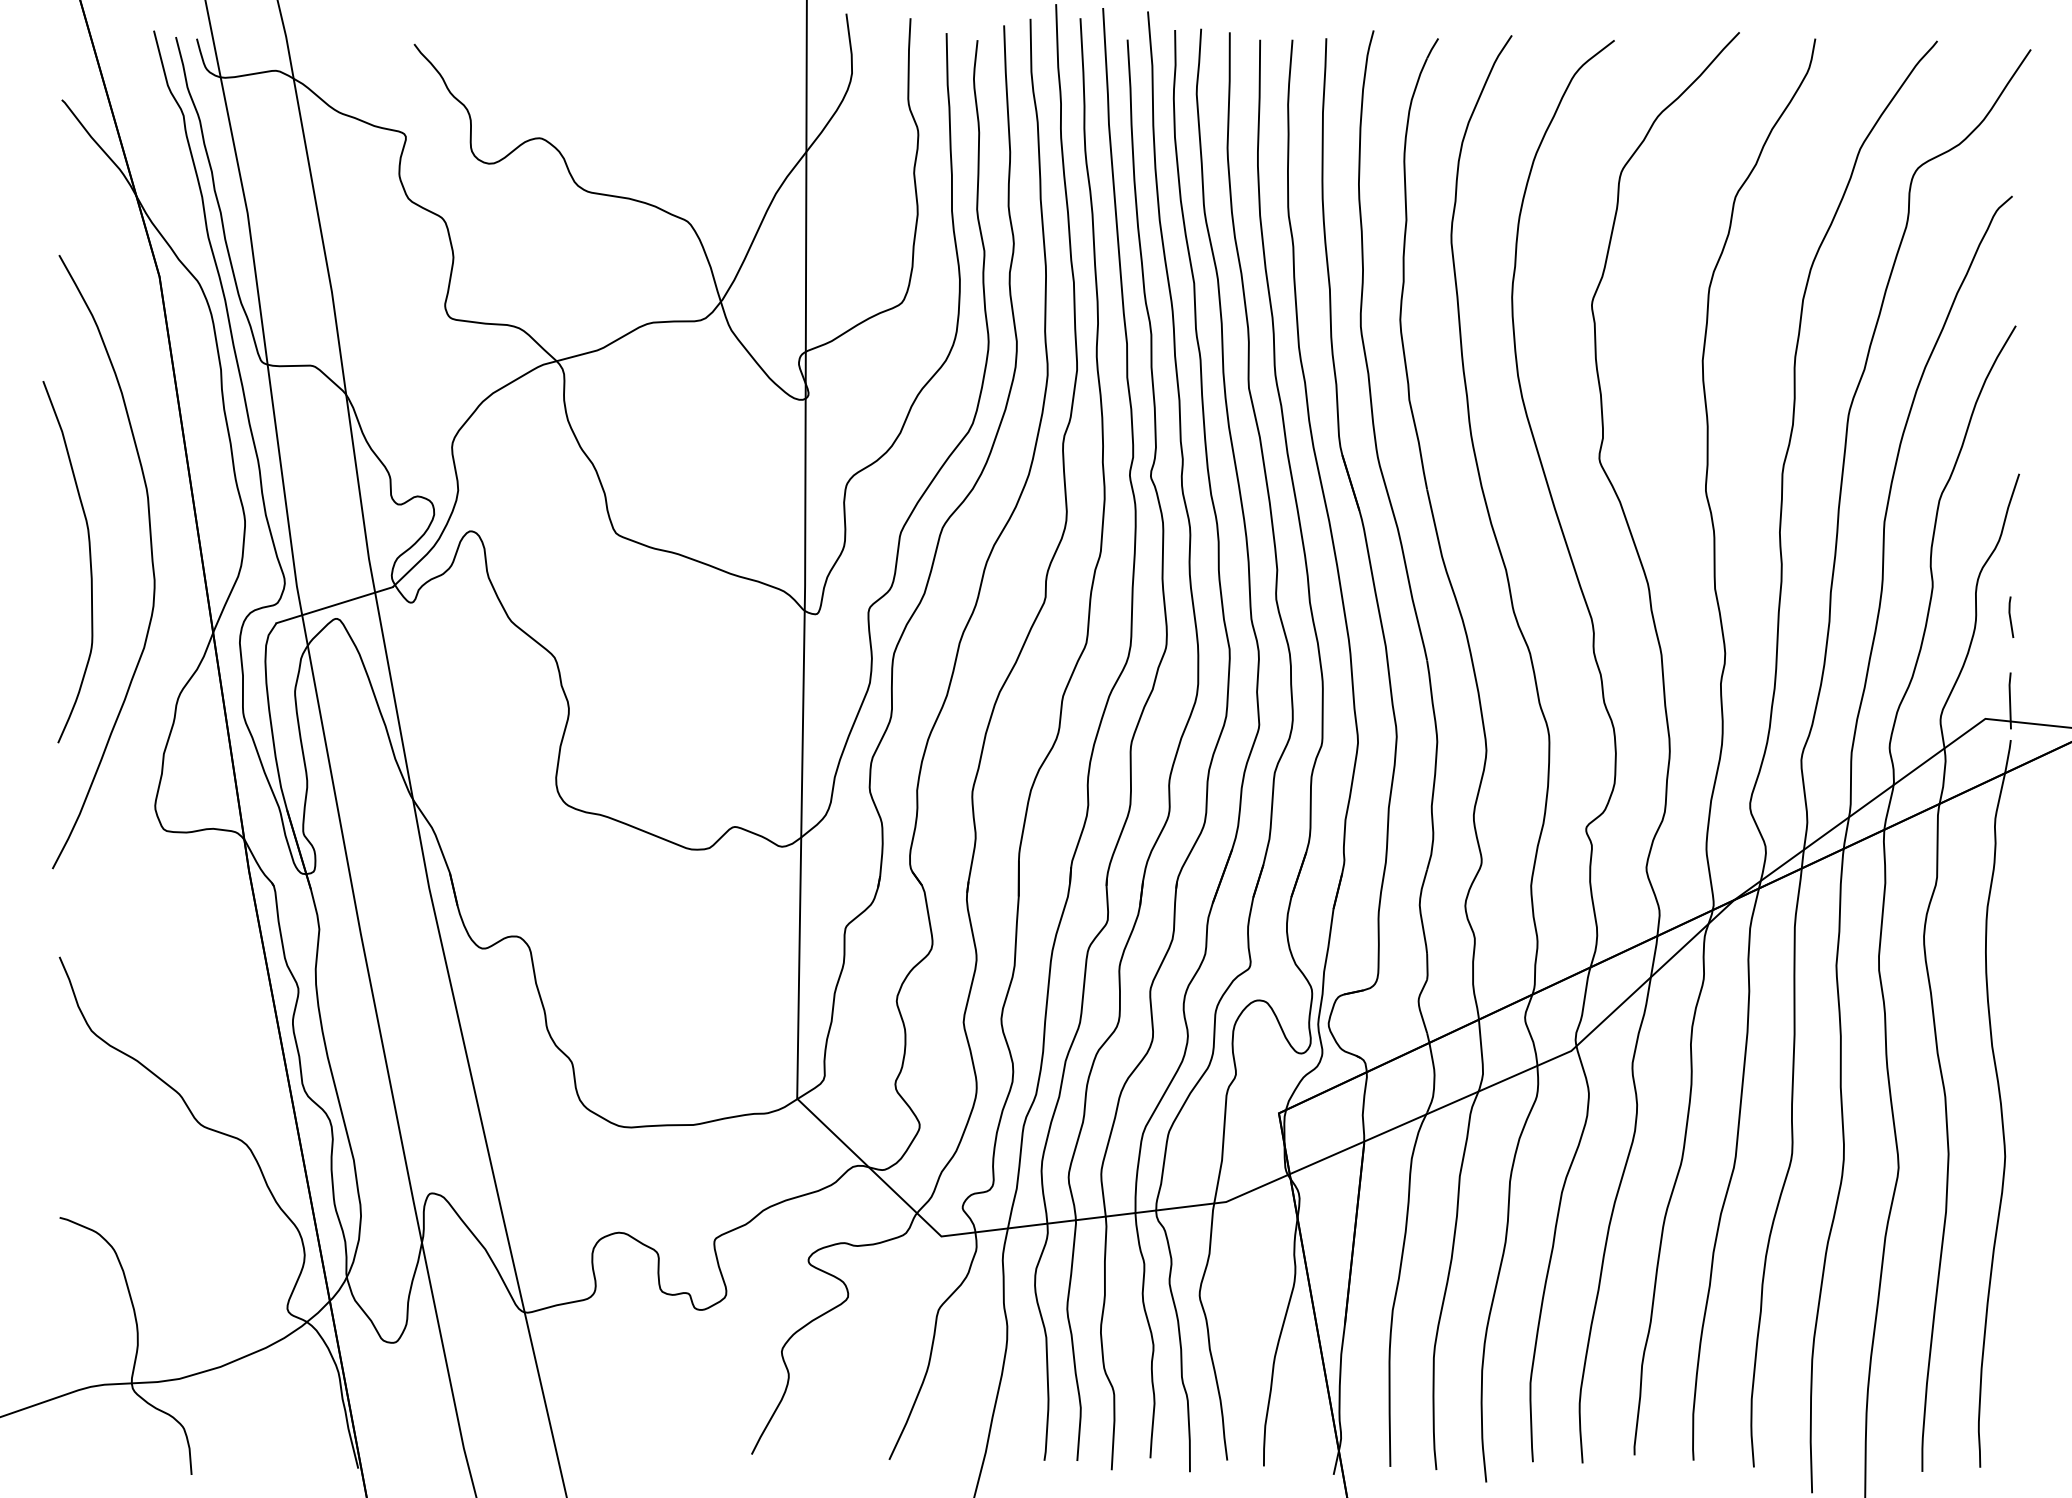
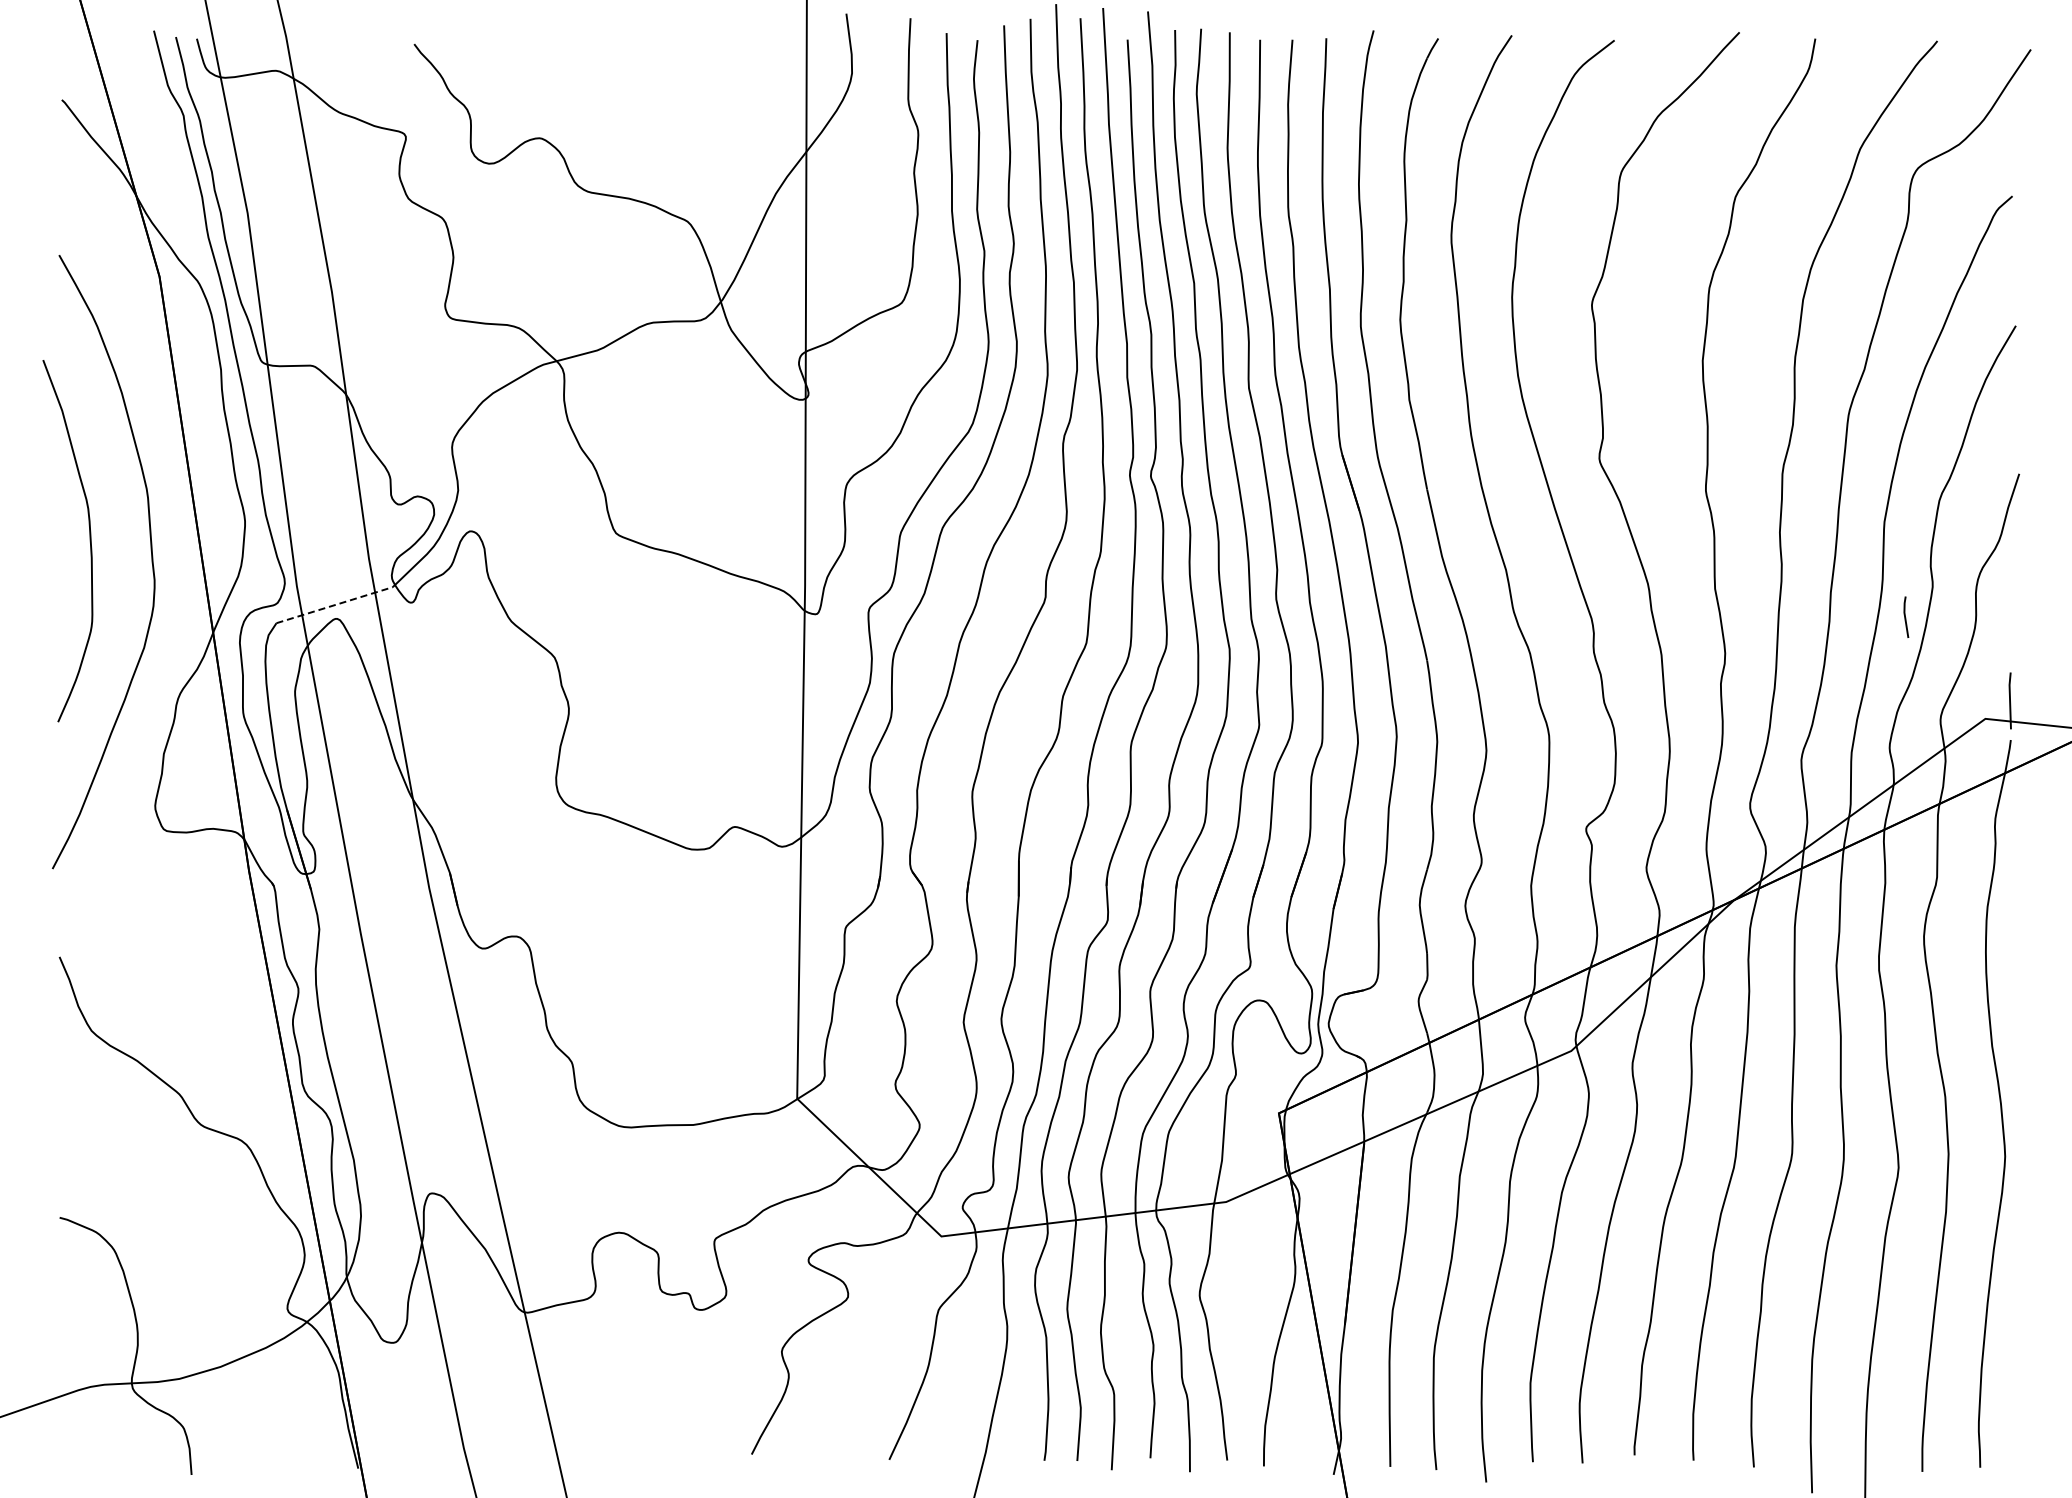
curve at (89, 562) position: (89, 562) -> (89, 541)
line at (334, 605): solid -> dashed
line at (2010, 616) position: (2010, 616) -> (1905, 616)
